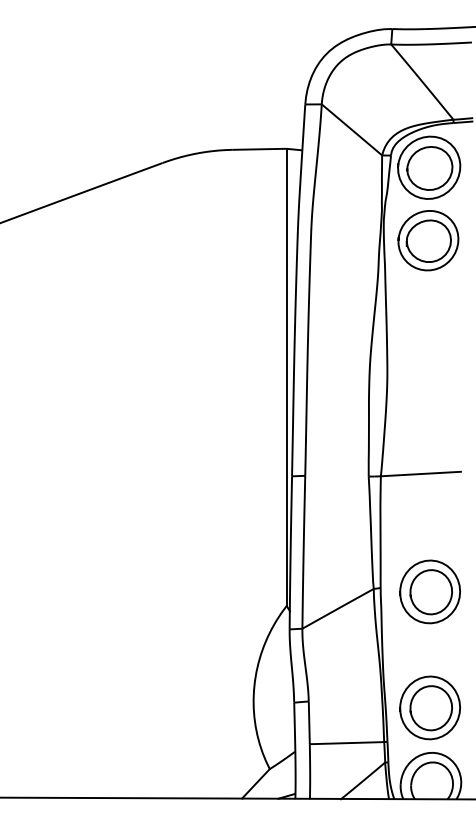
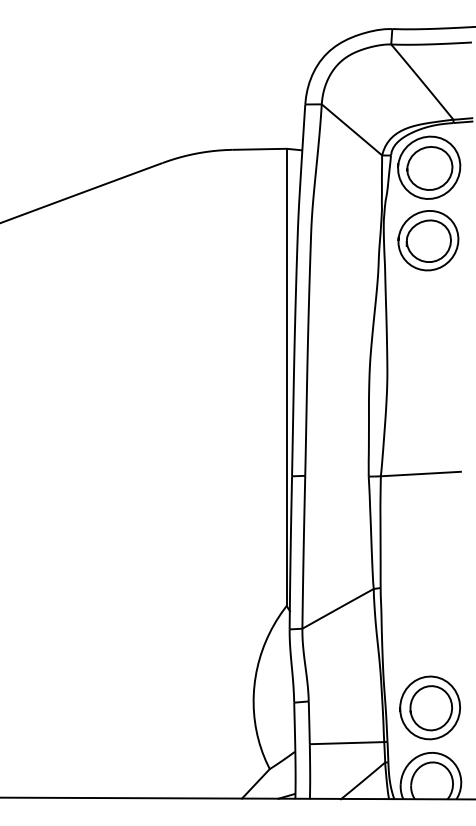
part at (430, 591): present -> none
